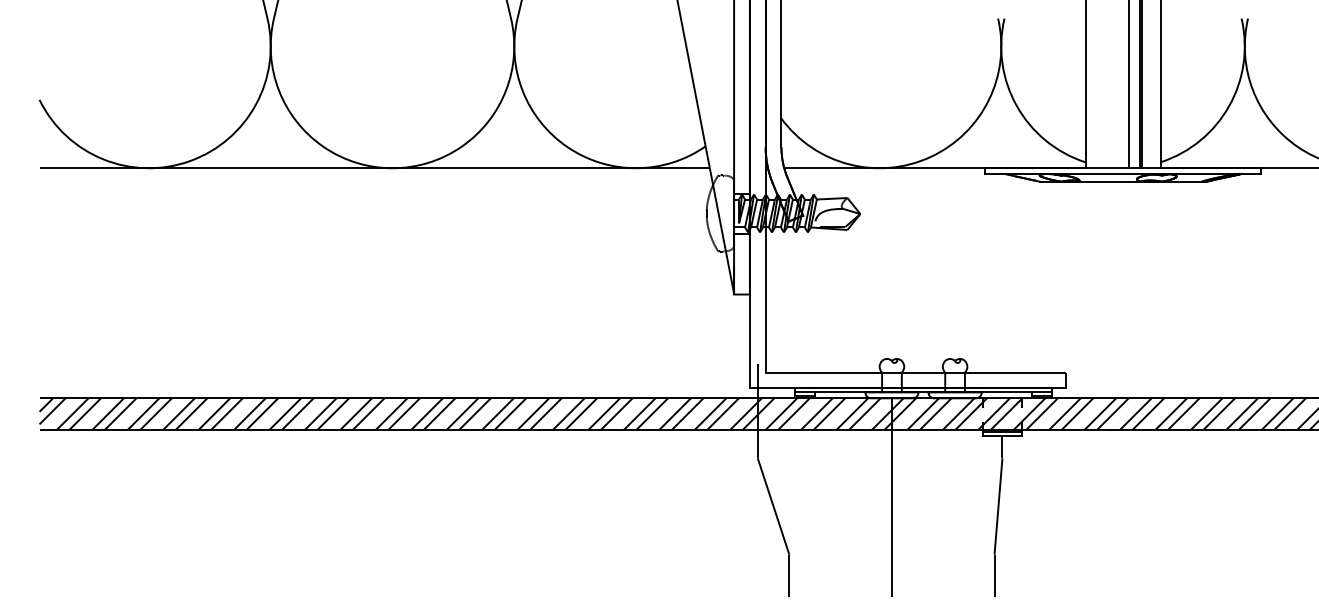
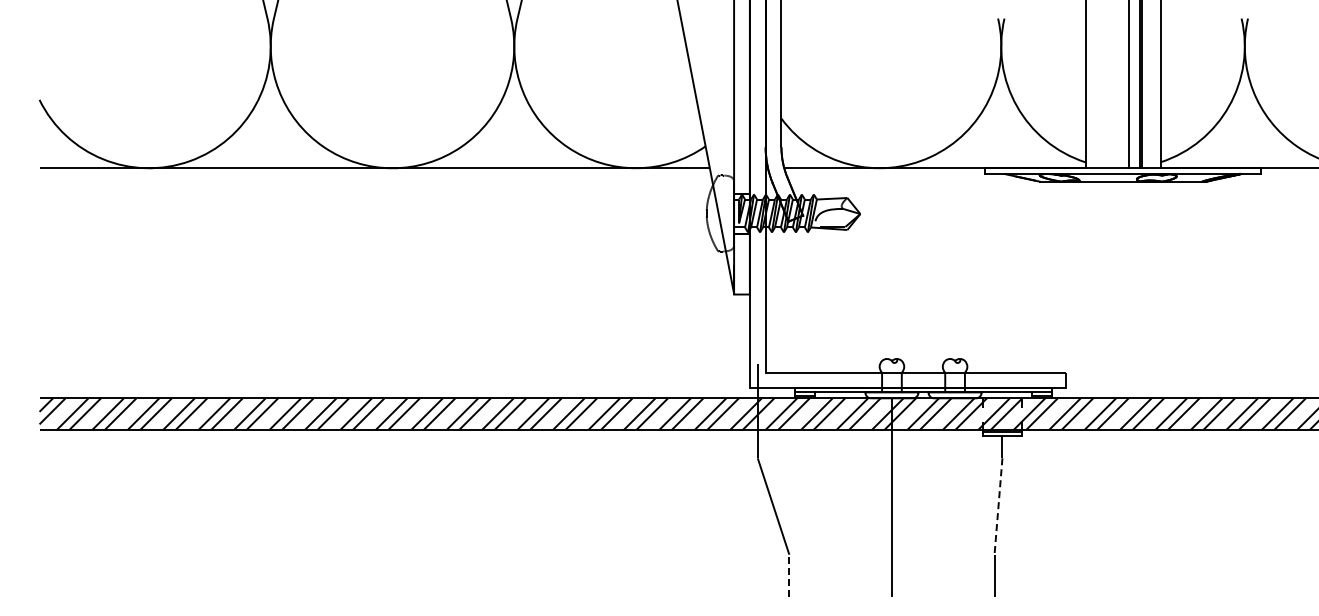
line at (998, 507): solid -> dashed
line at (789, 575): solid -> dashed
